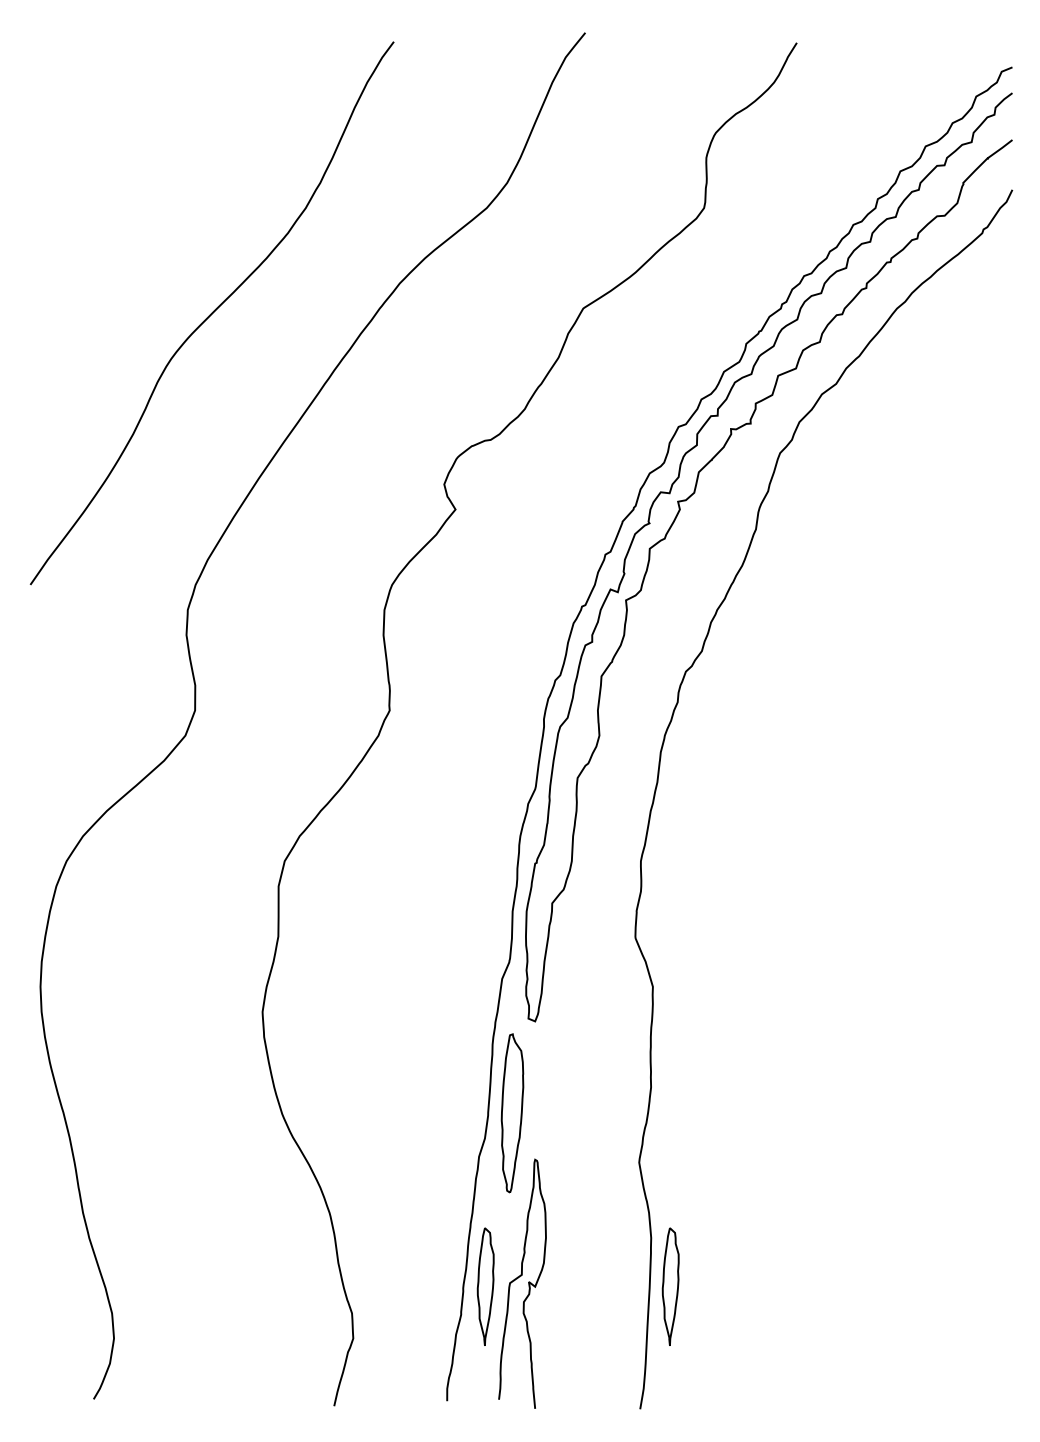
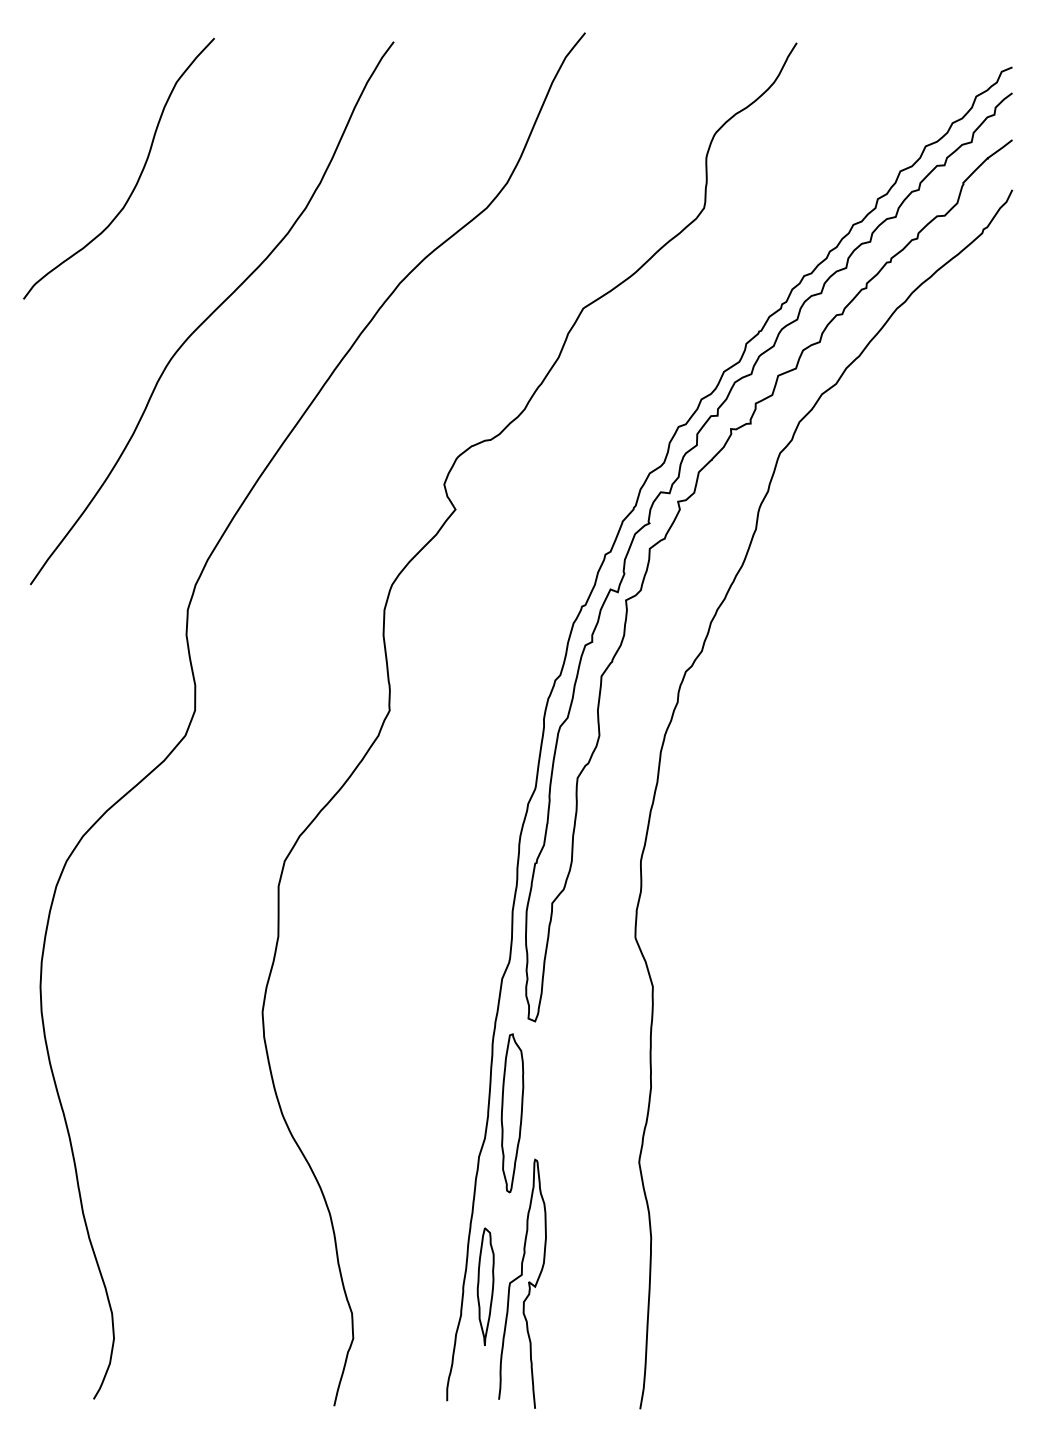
curve at (138, 177): none -> present
part at (670, 1286): present -> none
